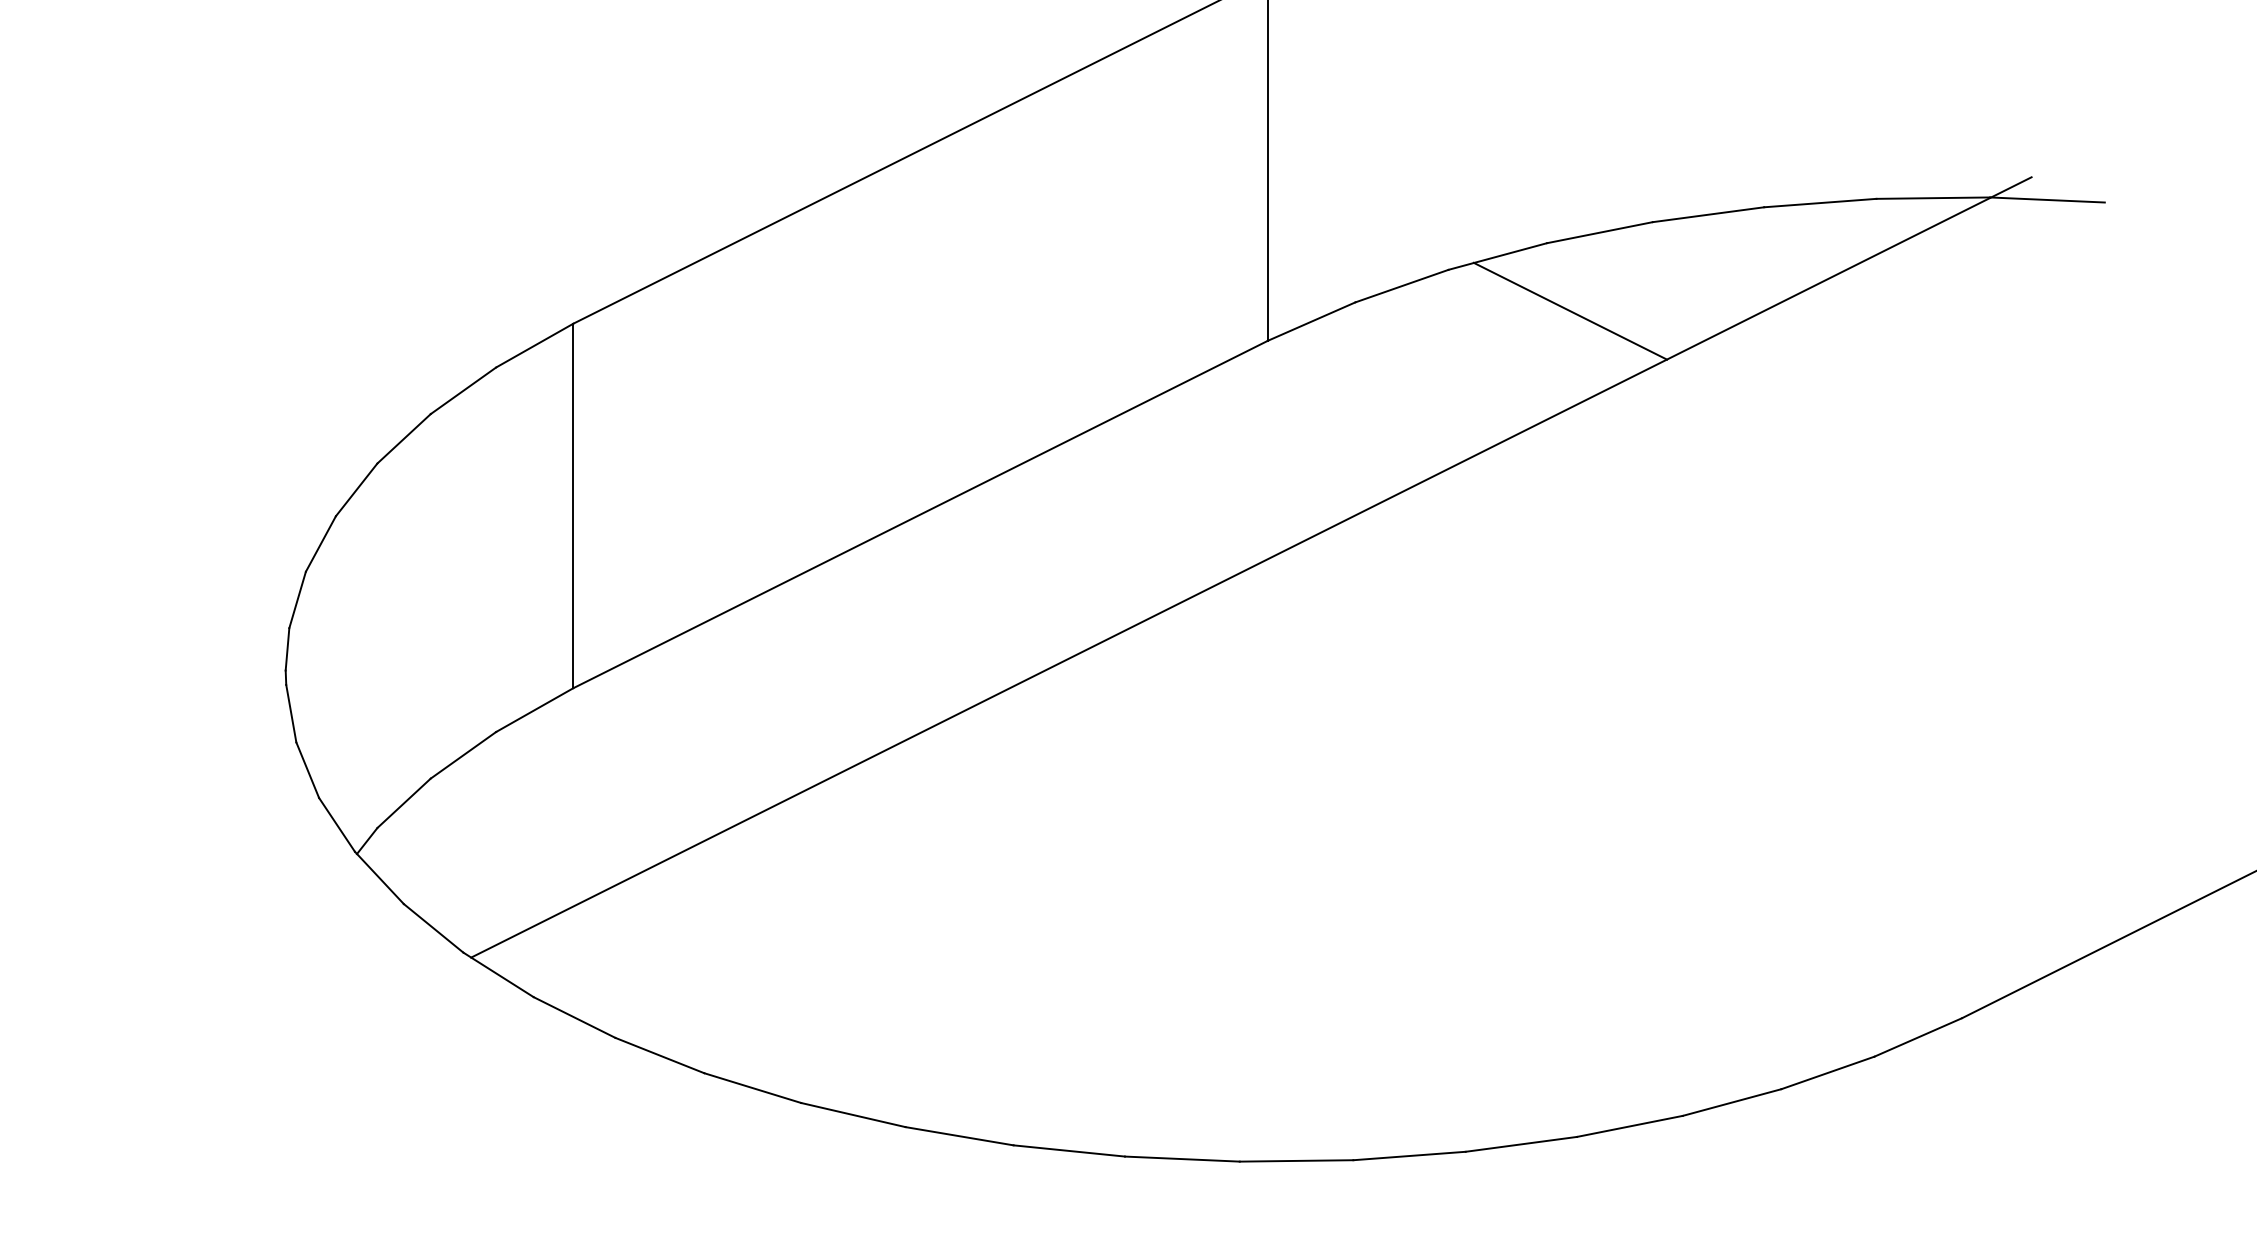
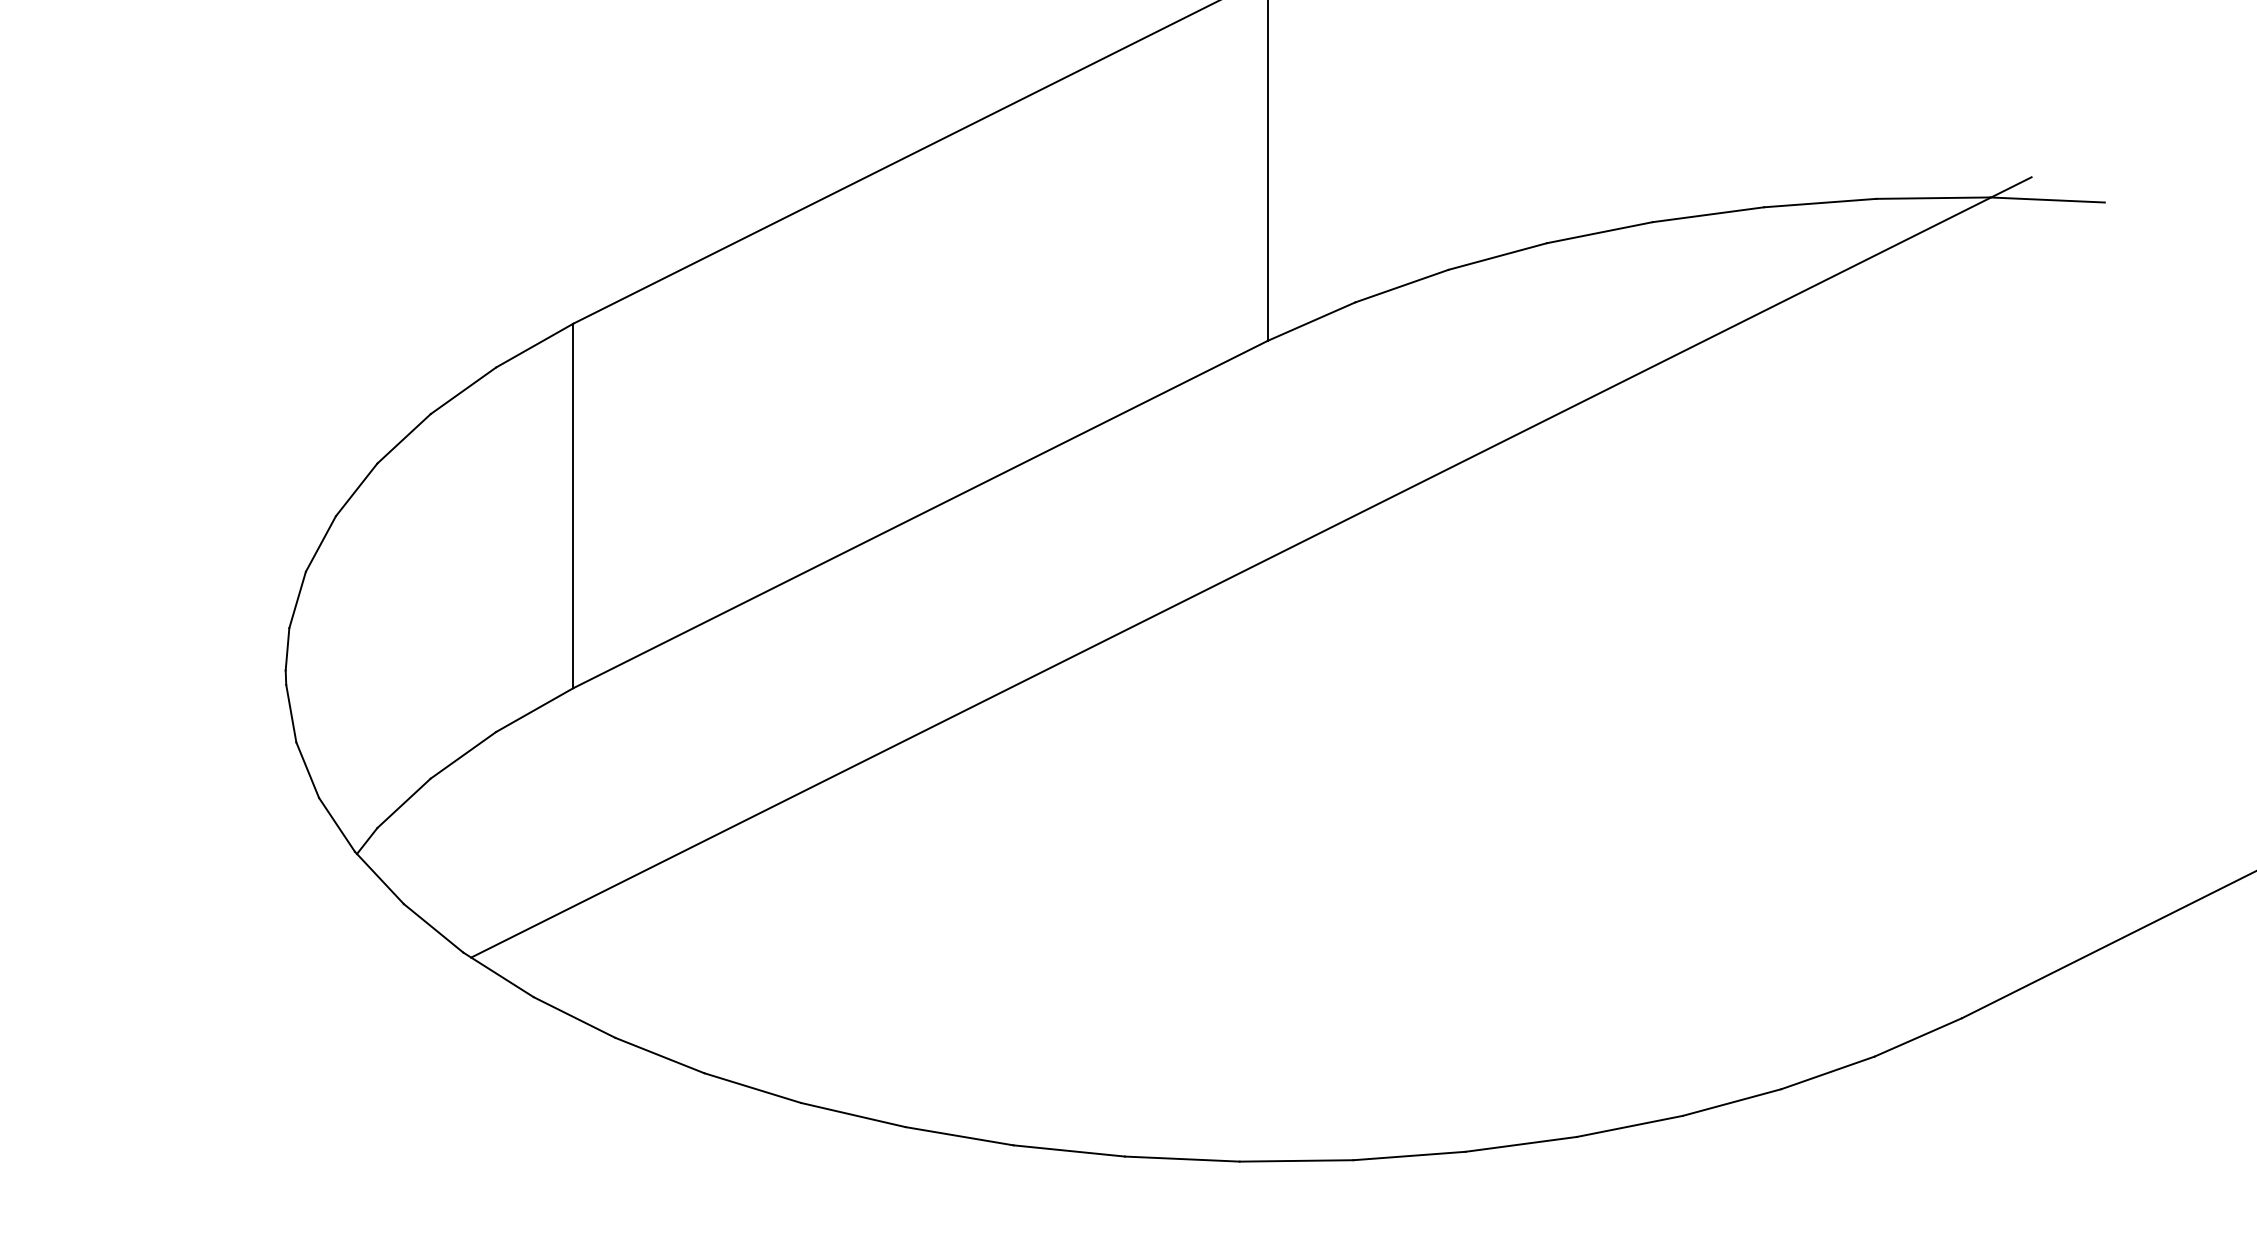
line at (1570, 310): present -> none
